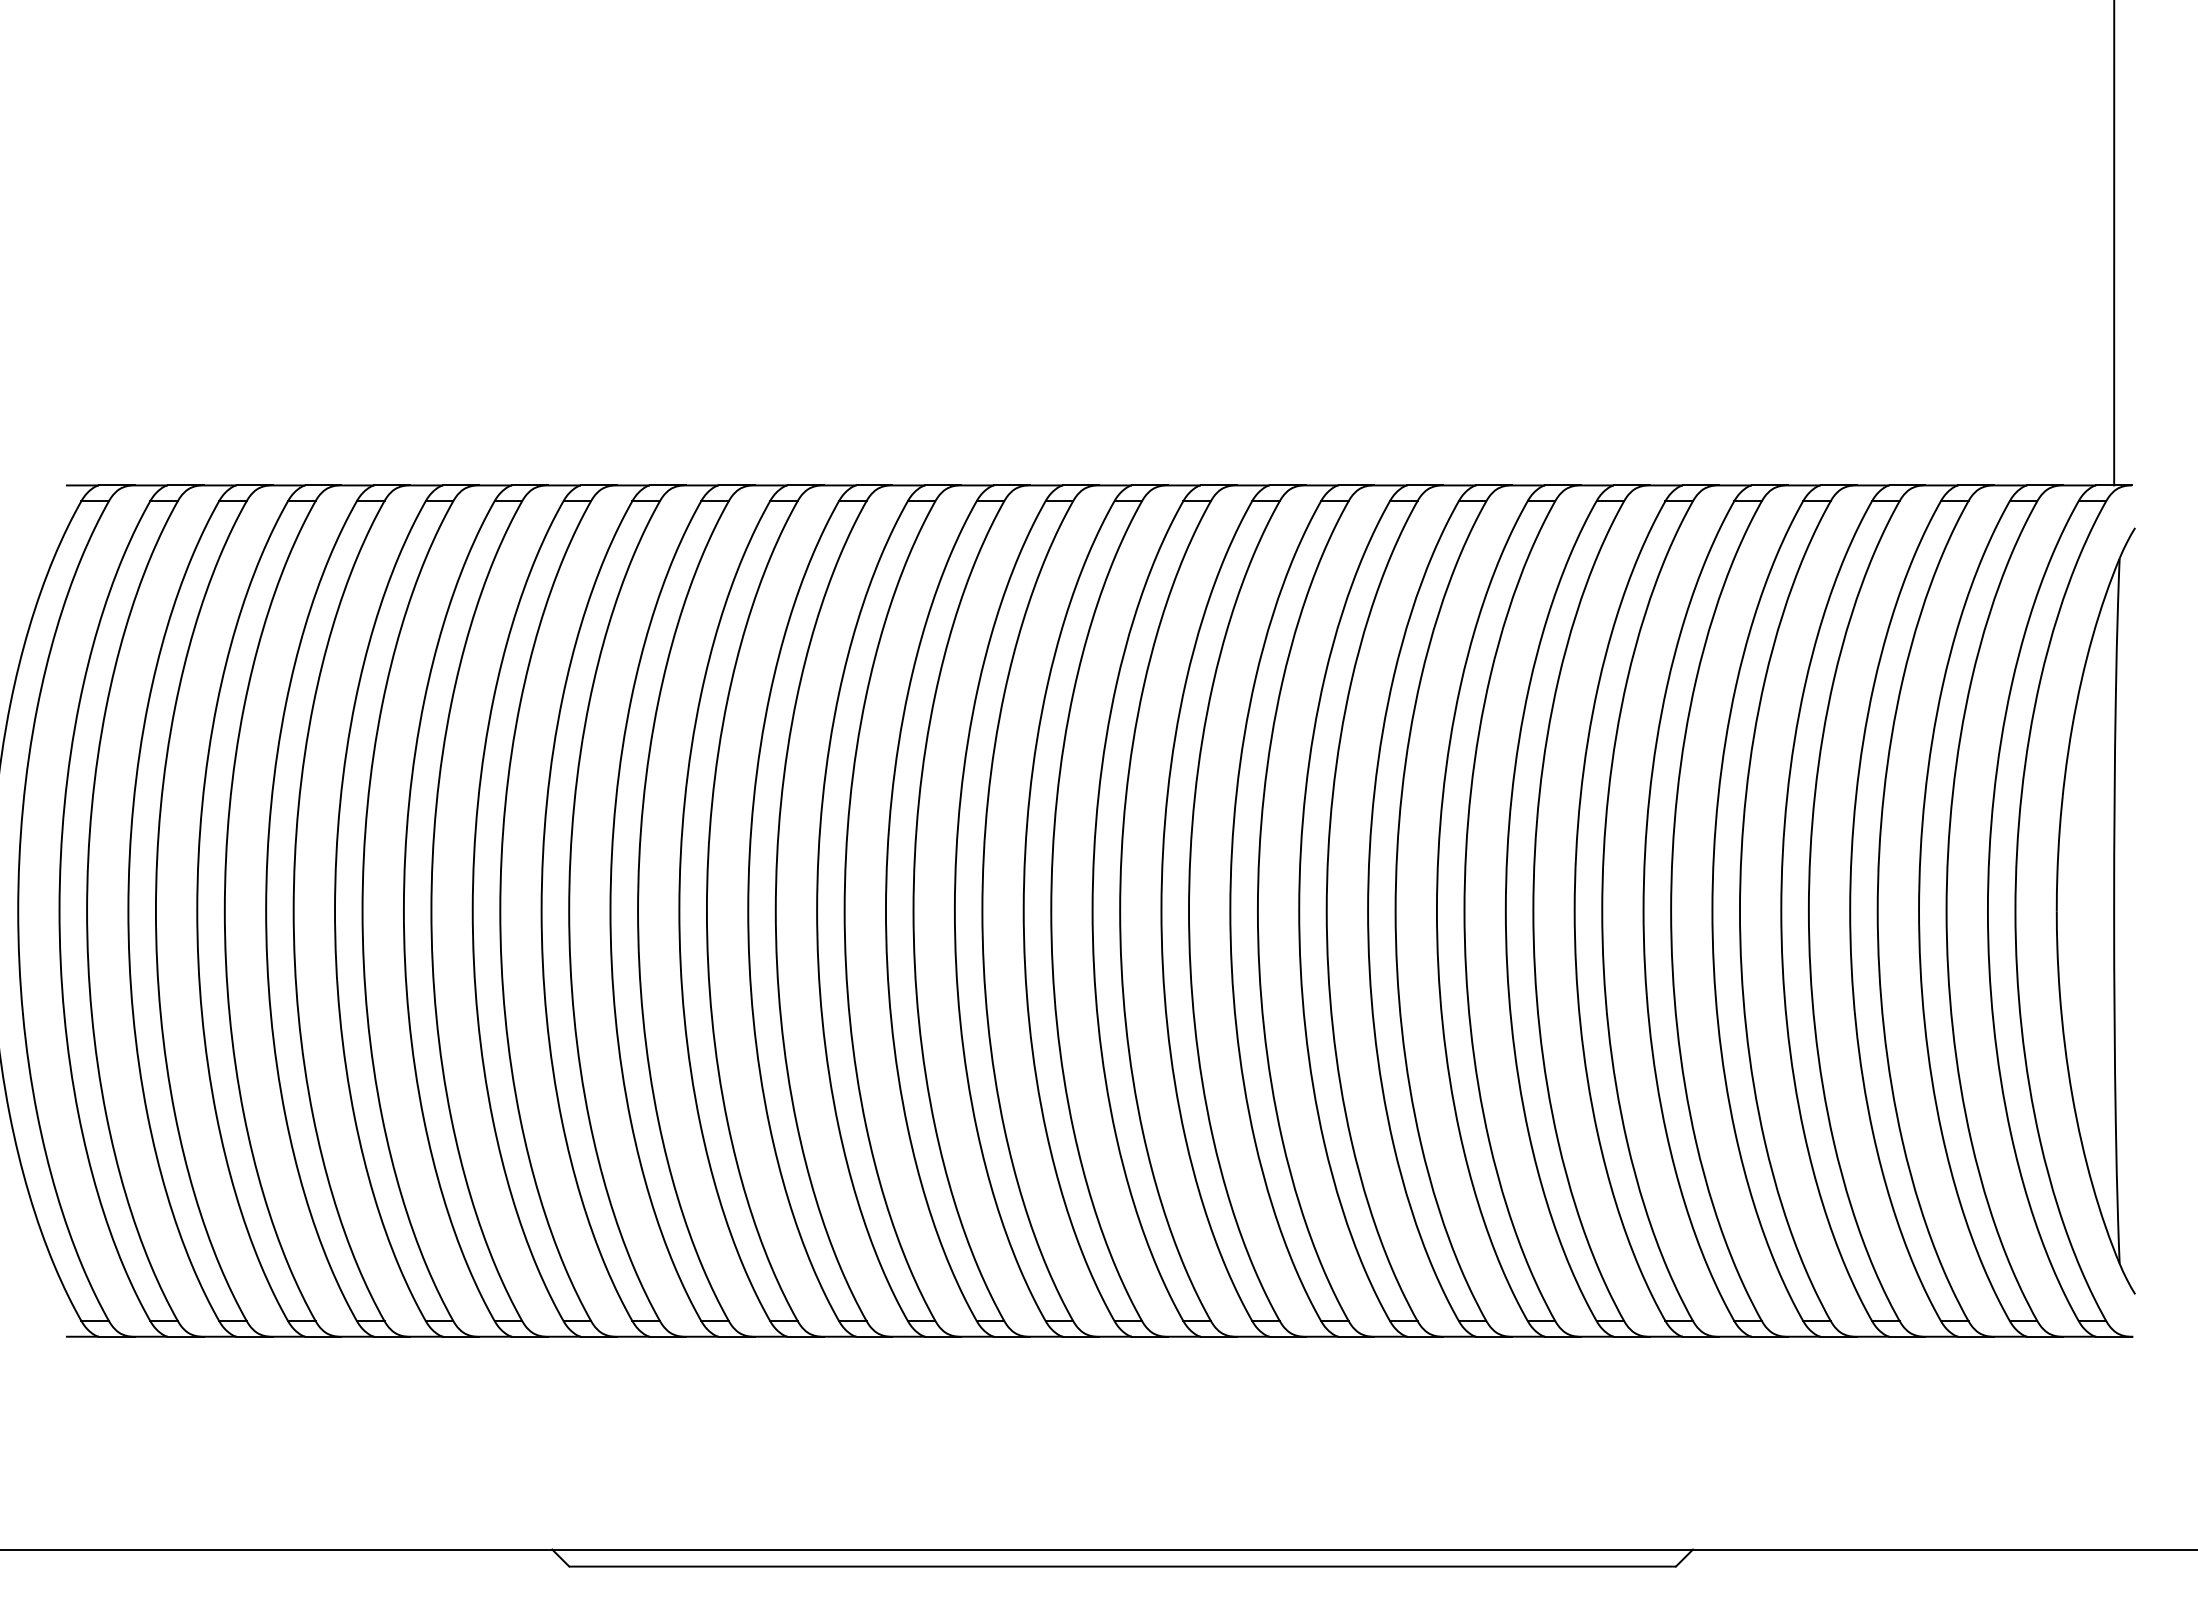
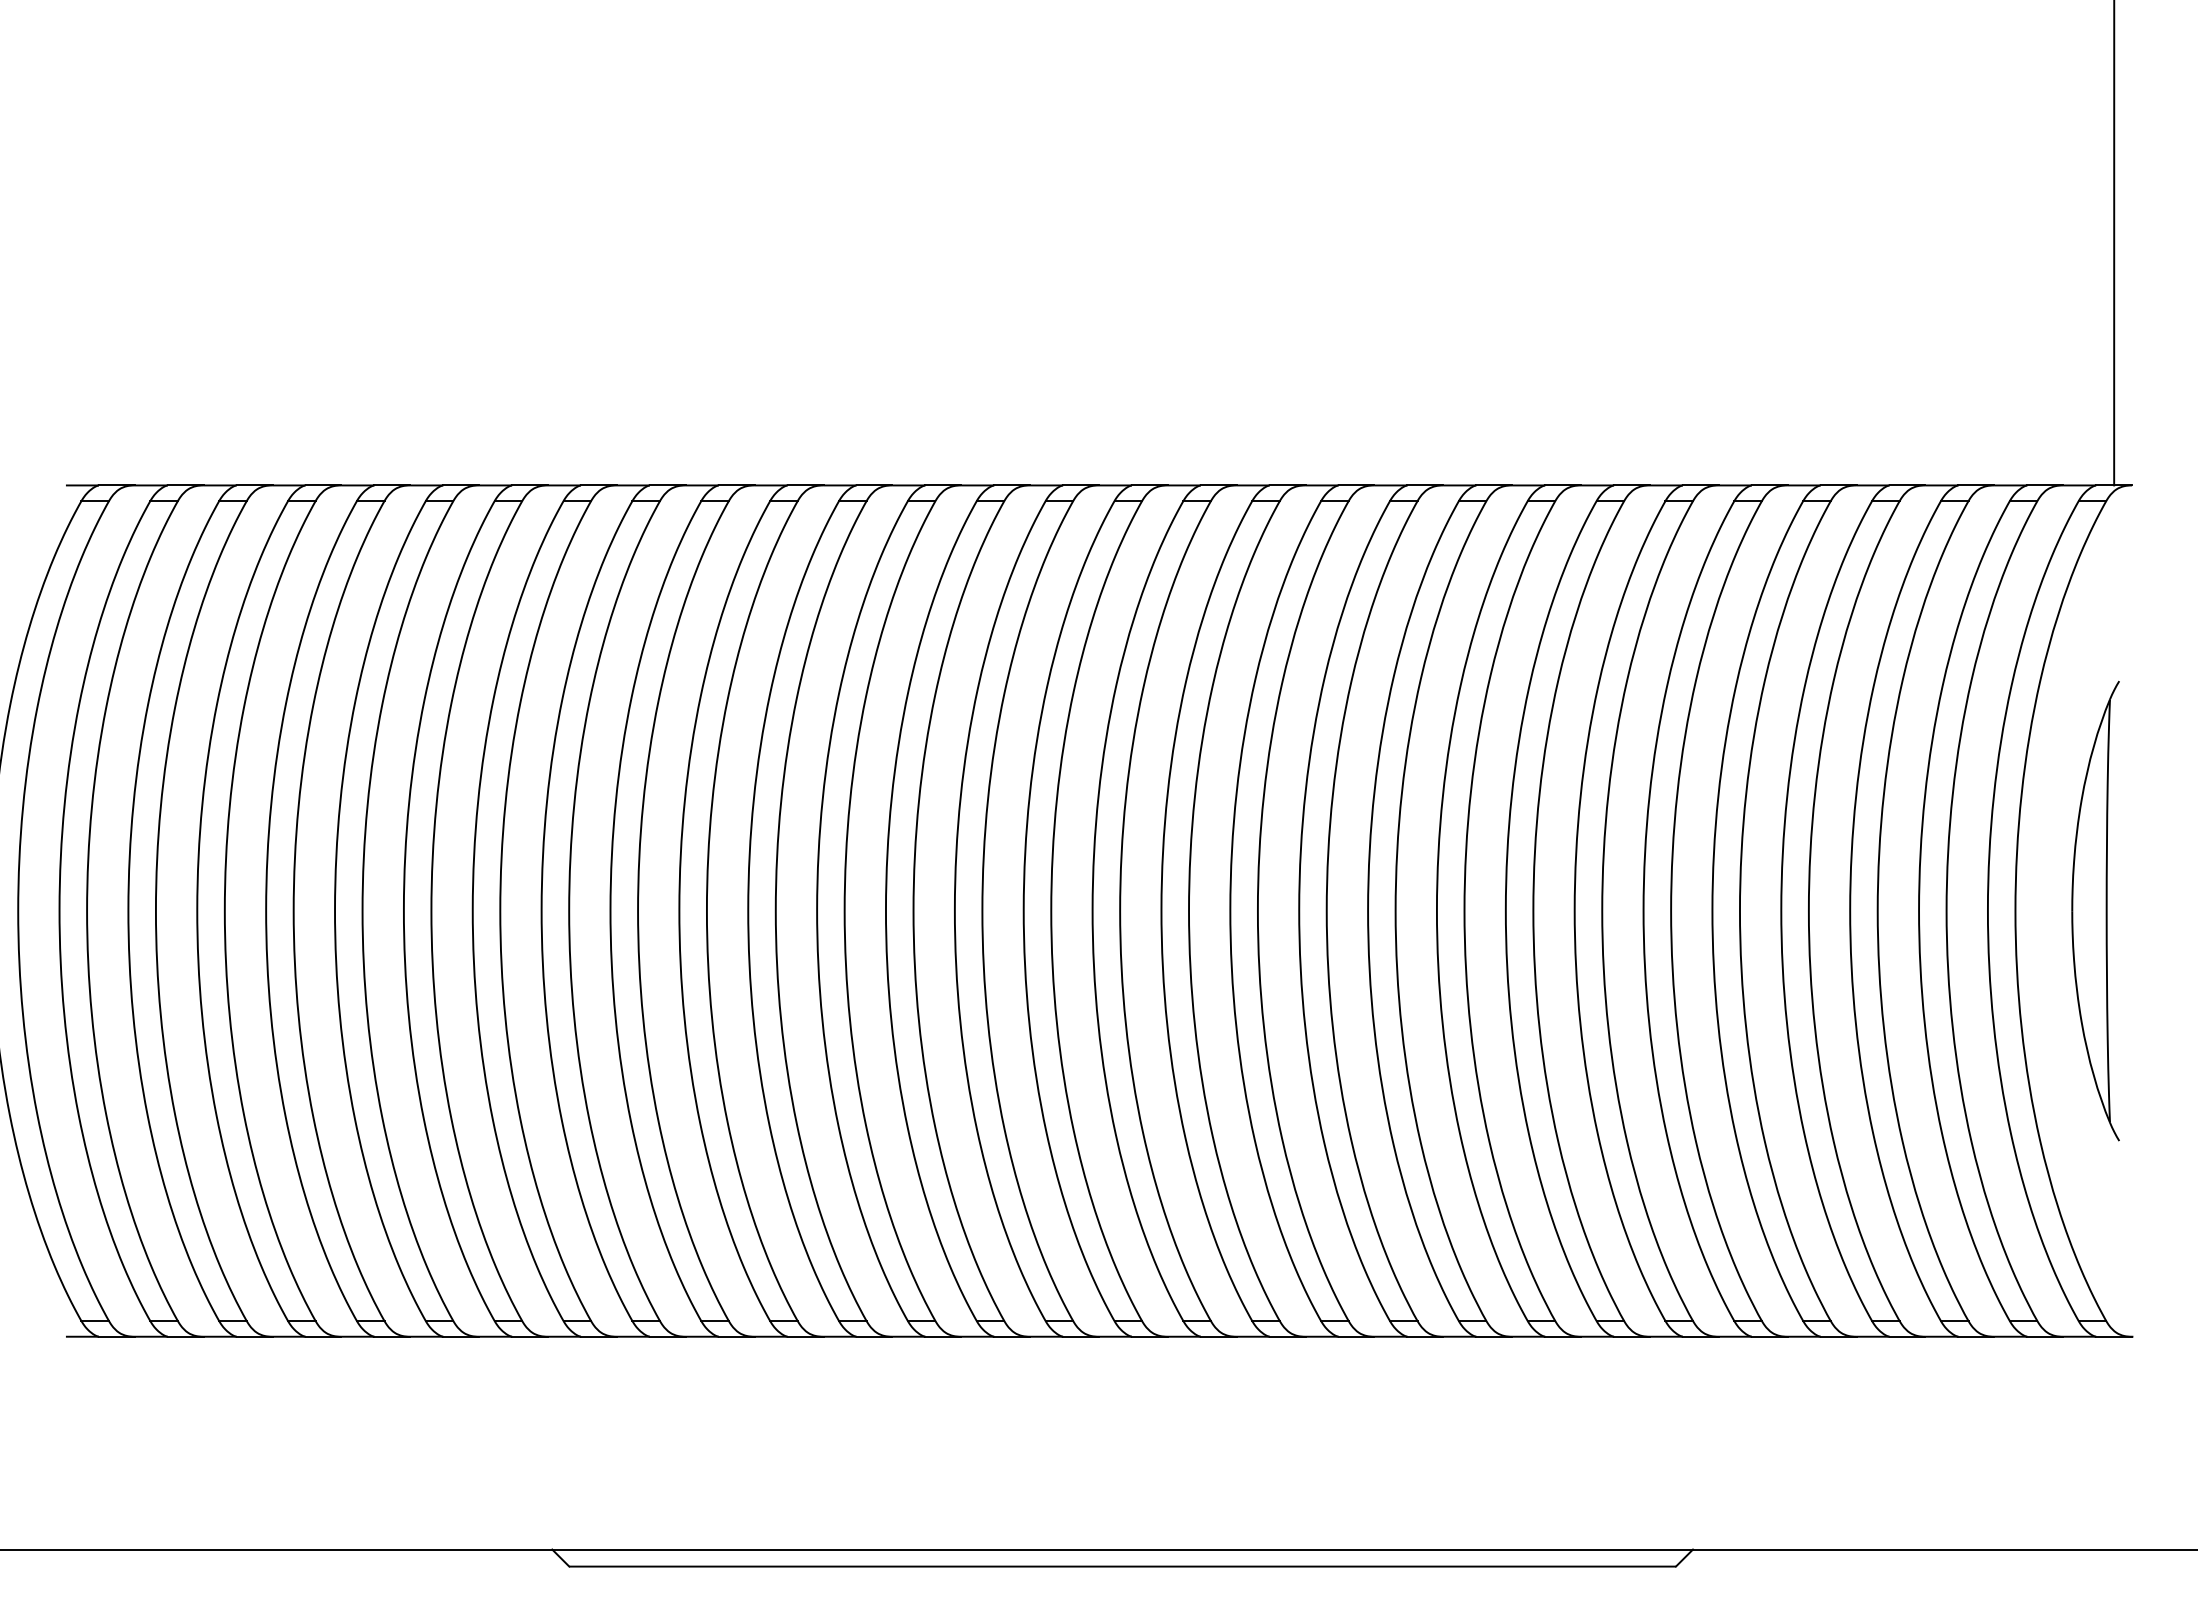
part at (2095, 910) size: 81x768 px -> 49x462 px
